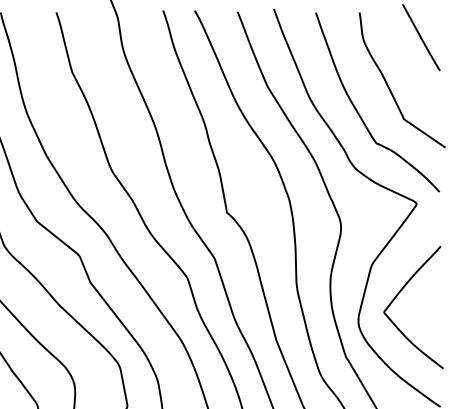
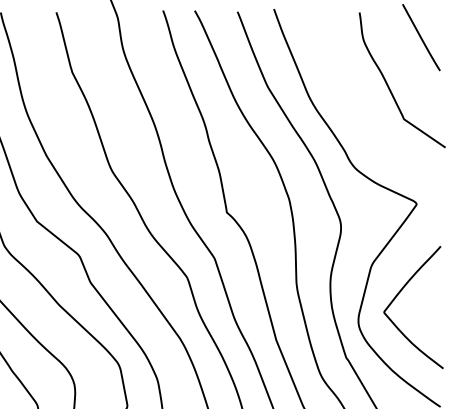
curve at (358, 111): present -> none
